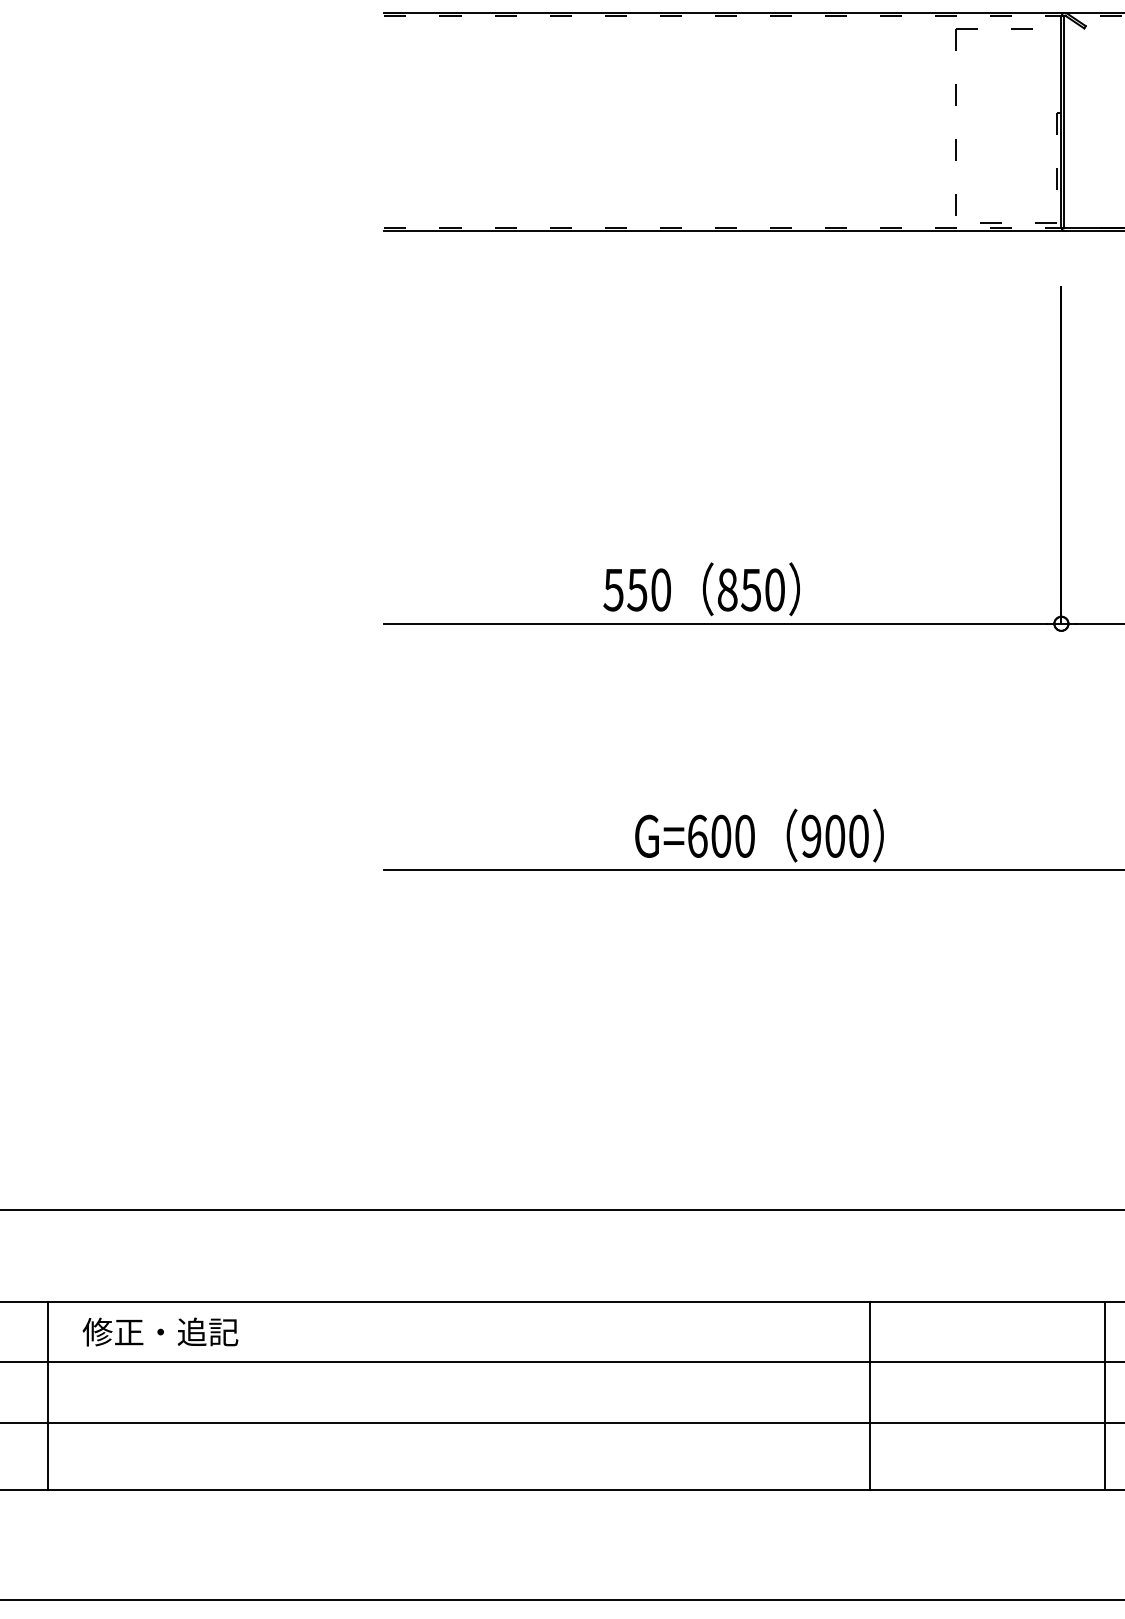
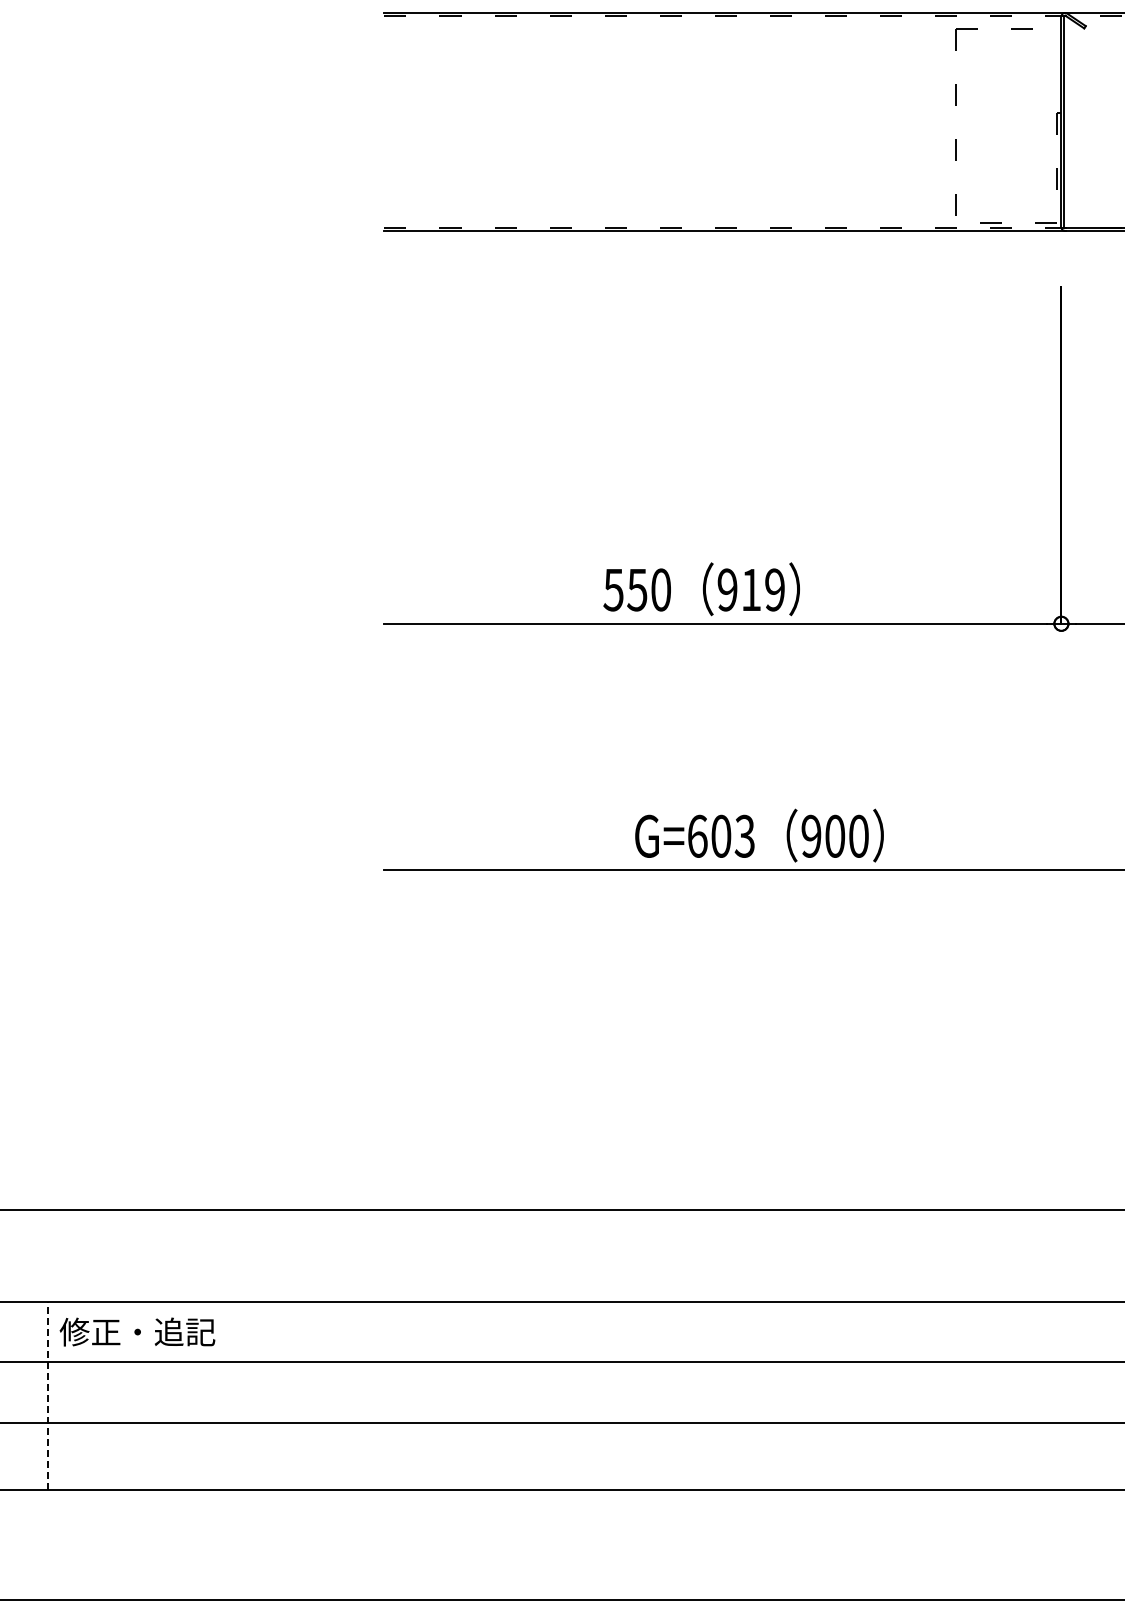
text at (750, 589): 850 -> 919
text at (744, 835): G=600 -> G=603
text at (160, 1331) position: (160, 1331) -> (137, 1331)
line at (48, 1396): solid -> dashed
line at (869, 1396): present -> none
line at (1104, 1396): present -> none
